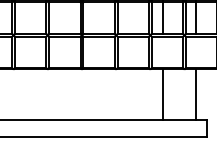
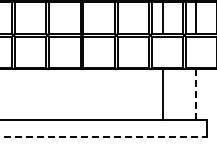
line at (195, 94): solid -> dashed
line at (103, 137): solid -> dashed
